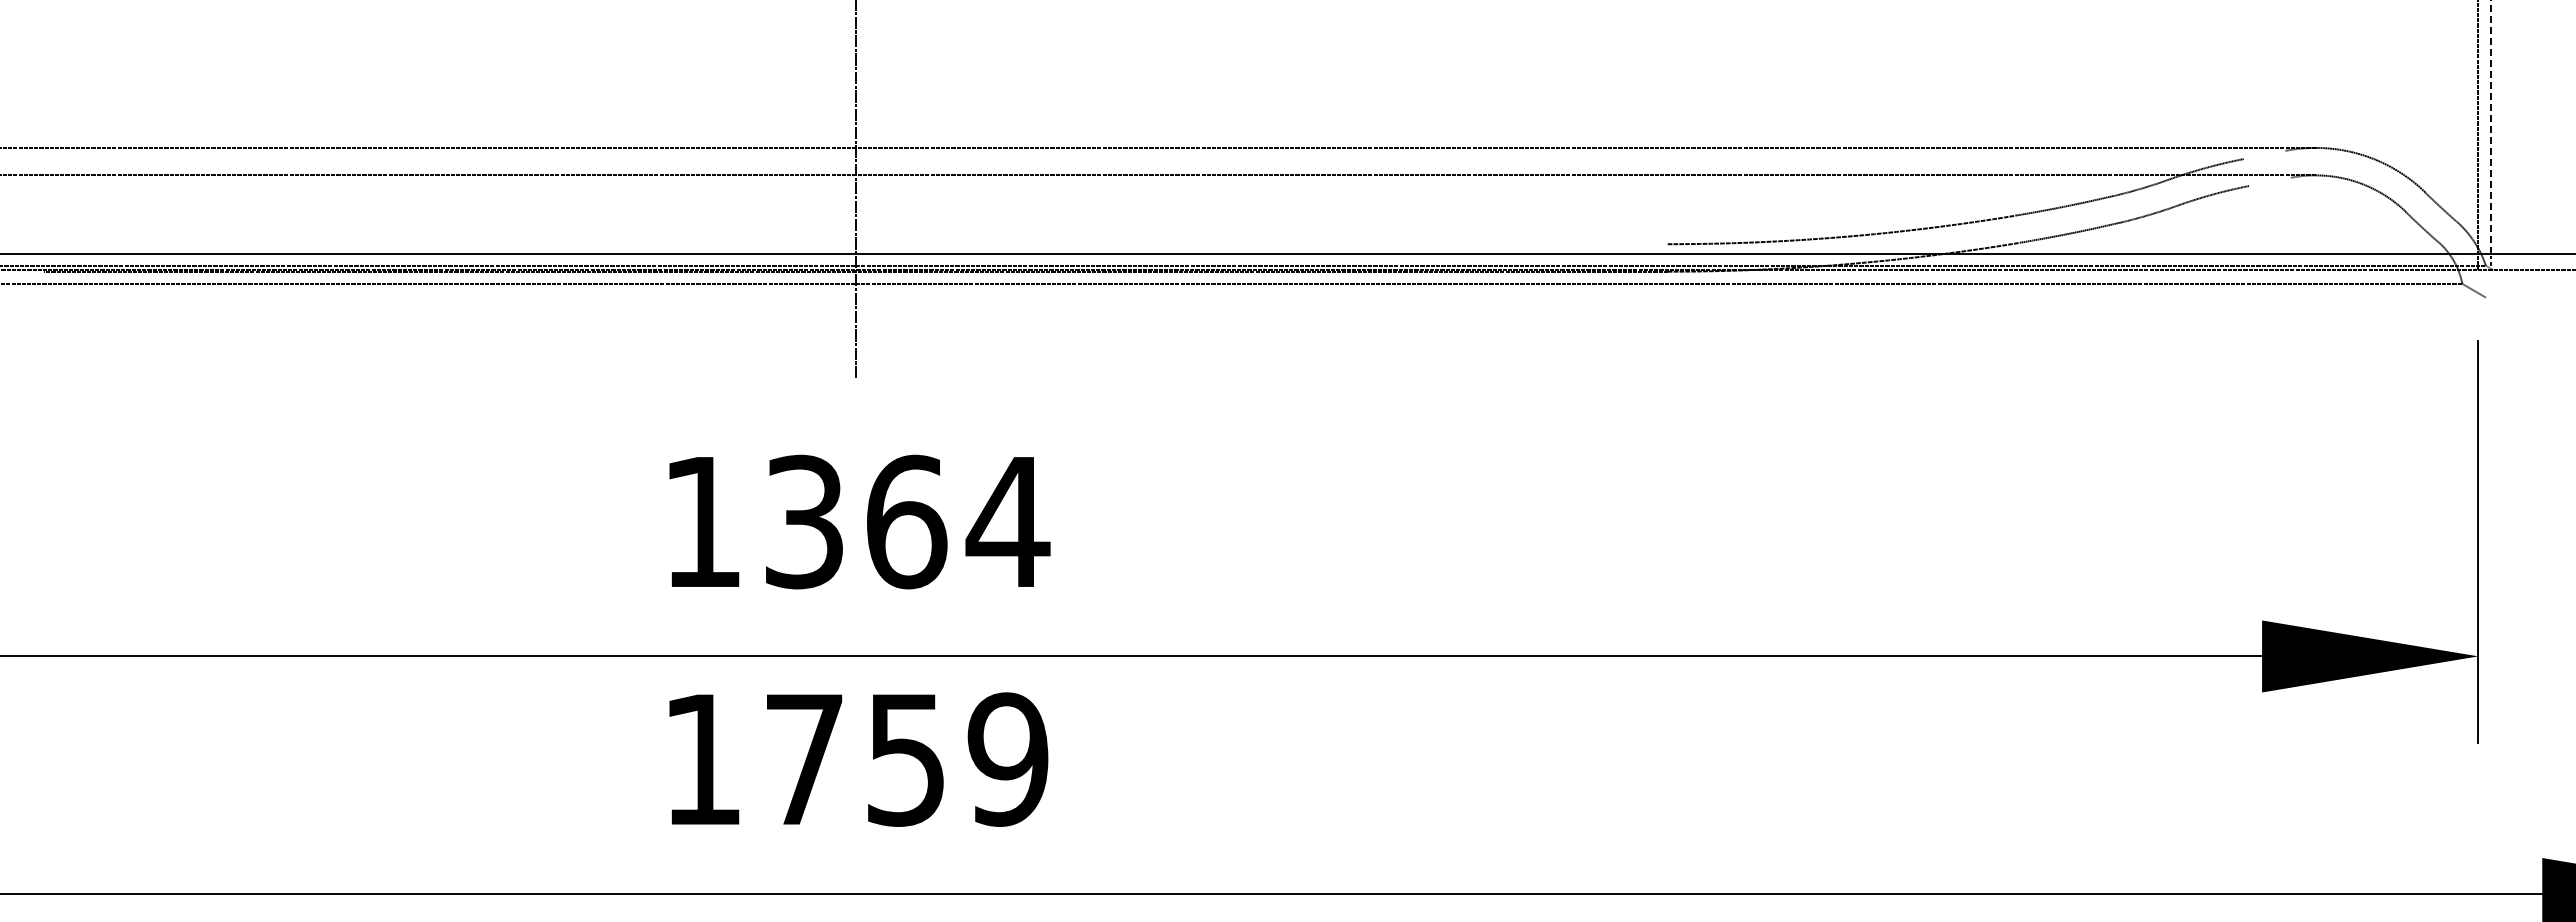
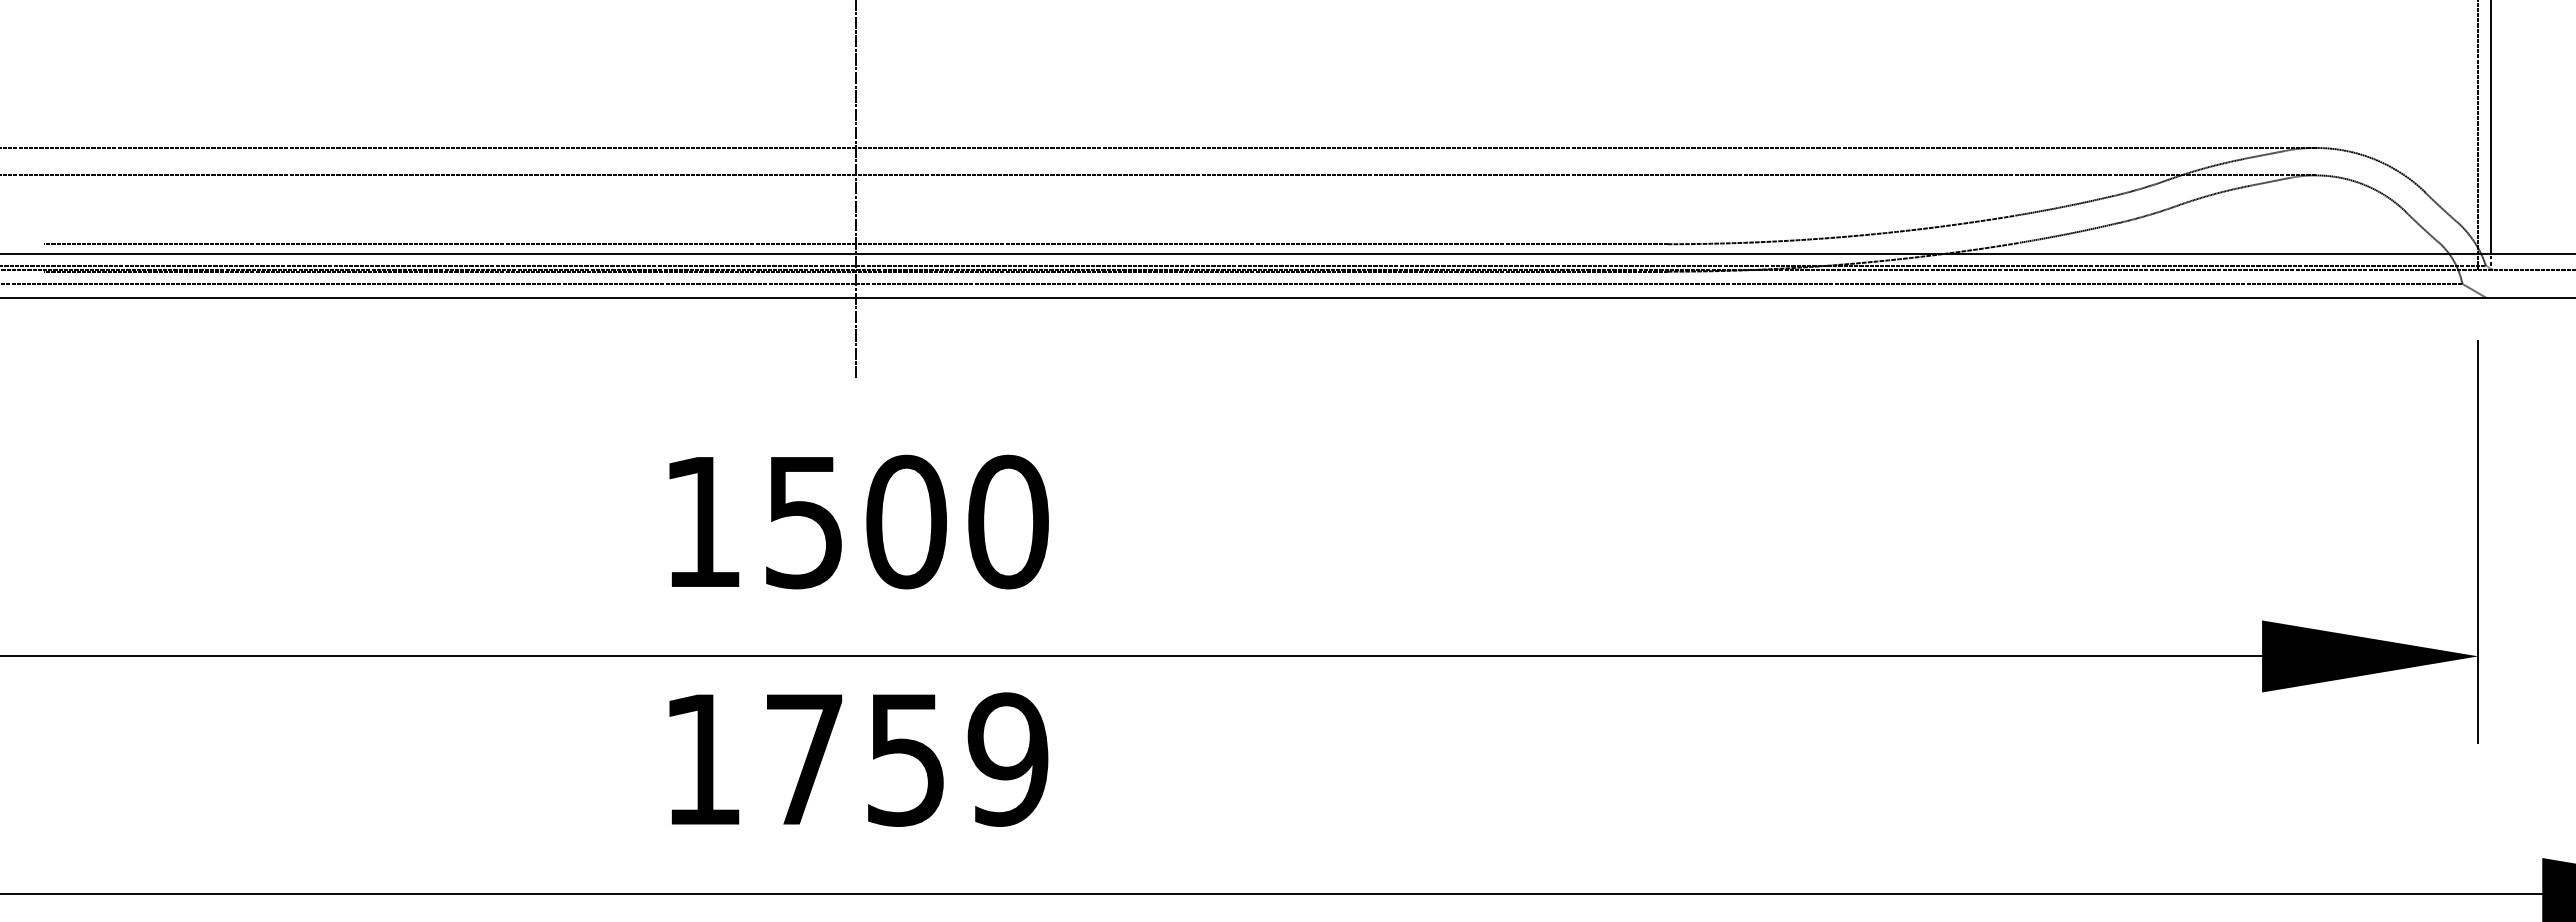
line at (2491, 127): dashed -> solid
line at (2264, 154): none -> present
line at (2269, 181): none -> present
line at (855, 244): none -> present
line at (1287, 297): none -> present
text at (908, 521): 1364 -> 1500
